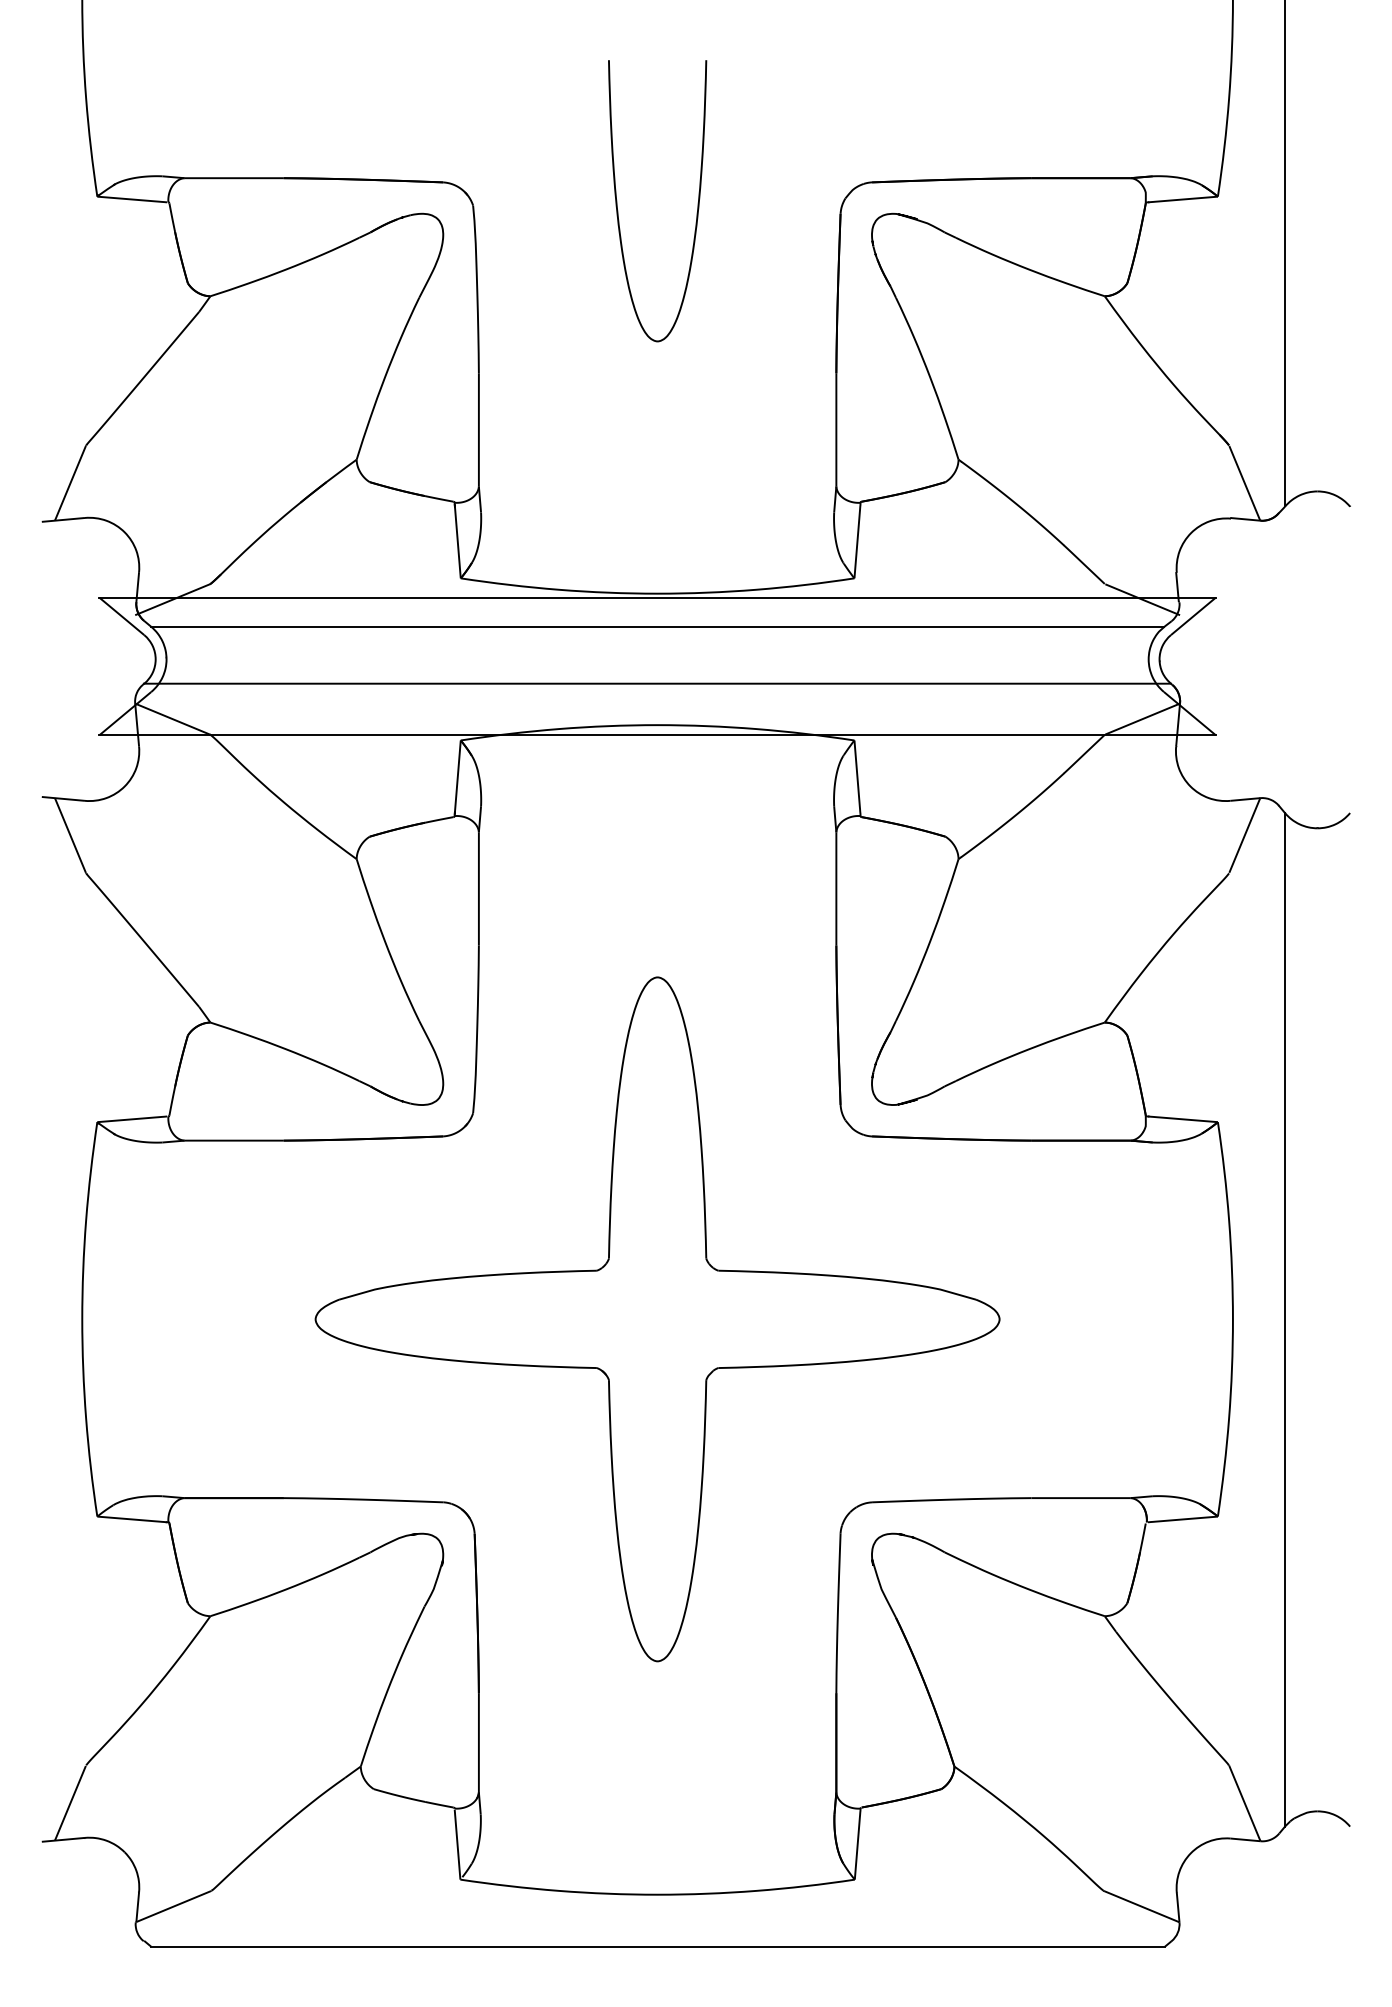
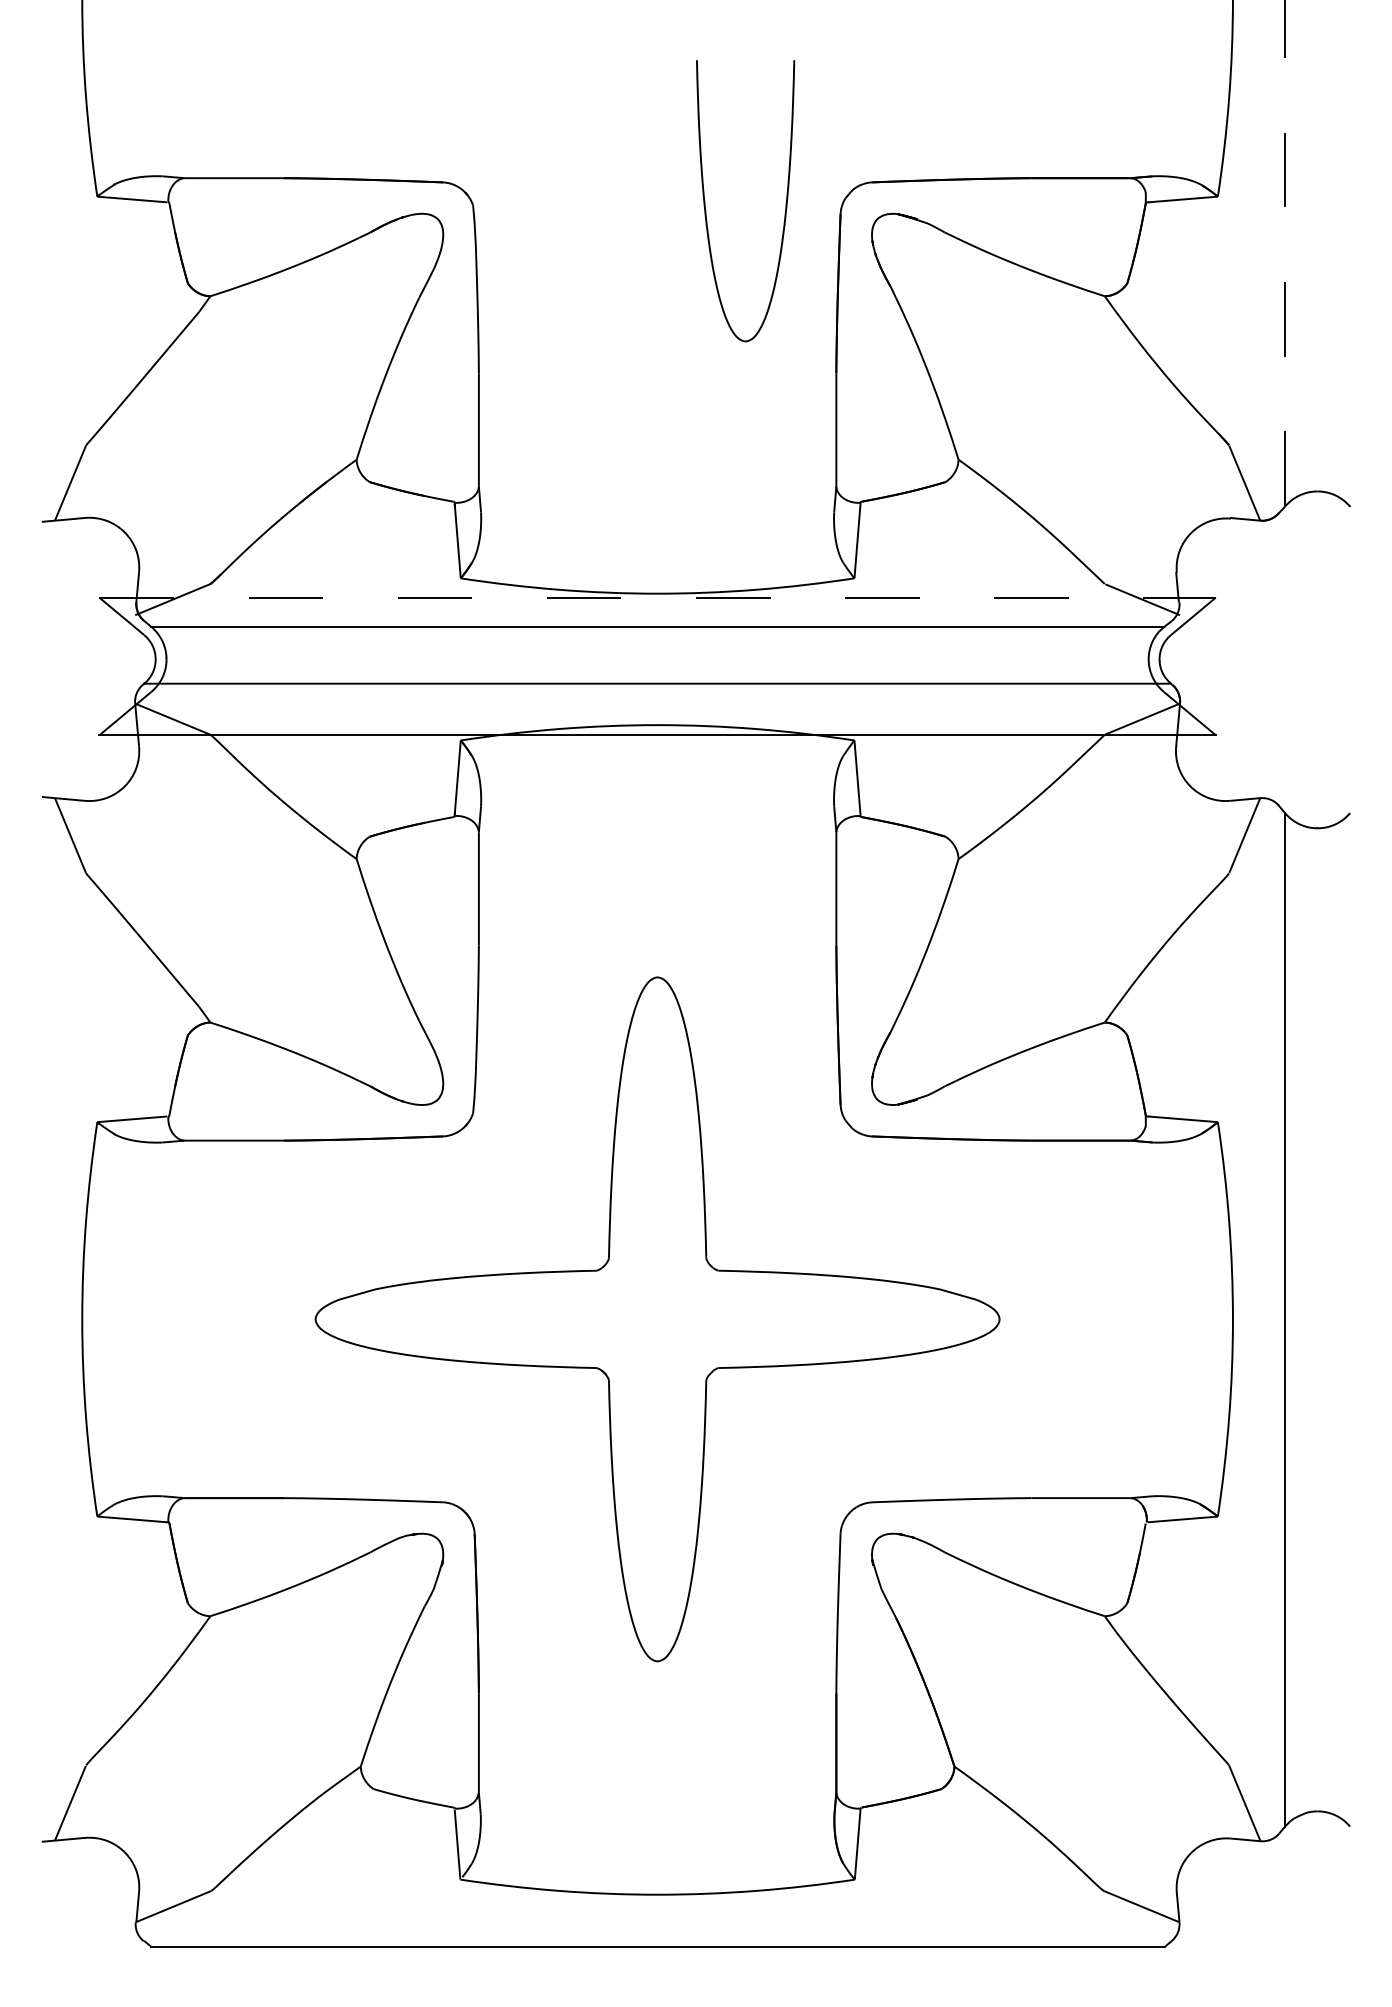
curve at (617, 201) position: (617, 201) -> (705, 201)
line at (1285, 252): solid -> dashed
line at (658, 597): solid -> dashed
